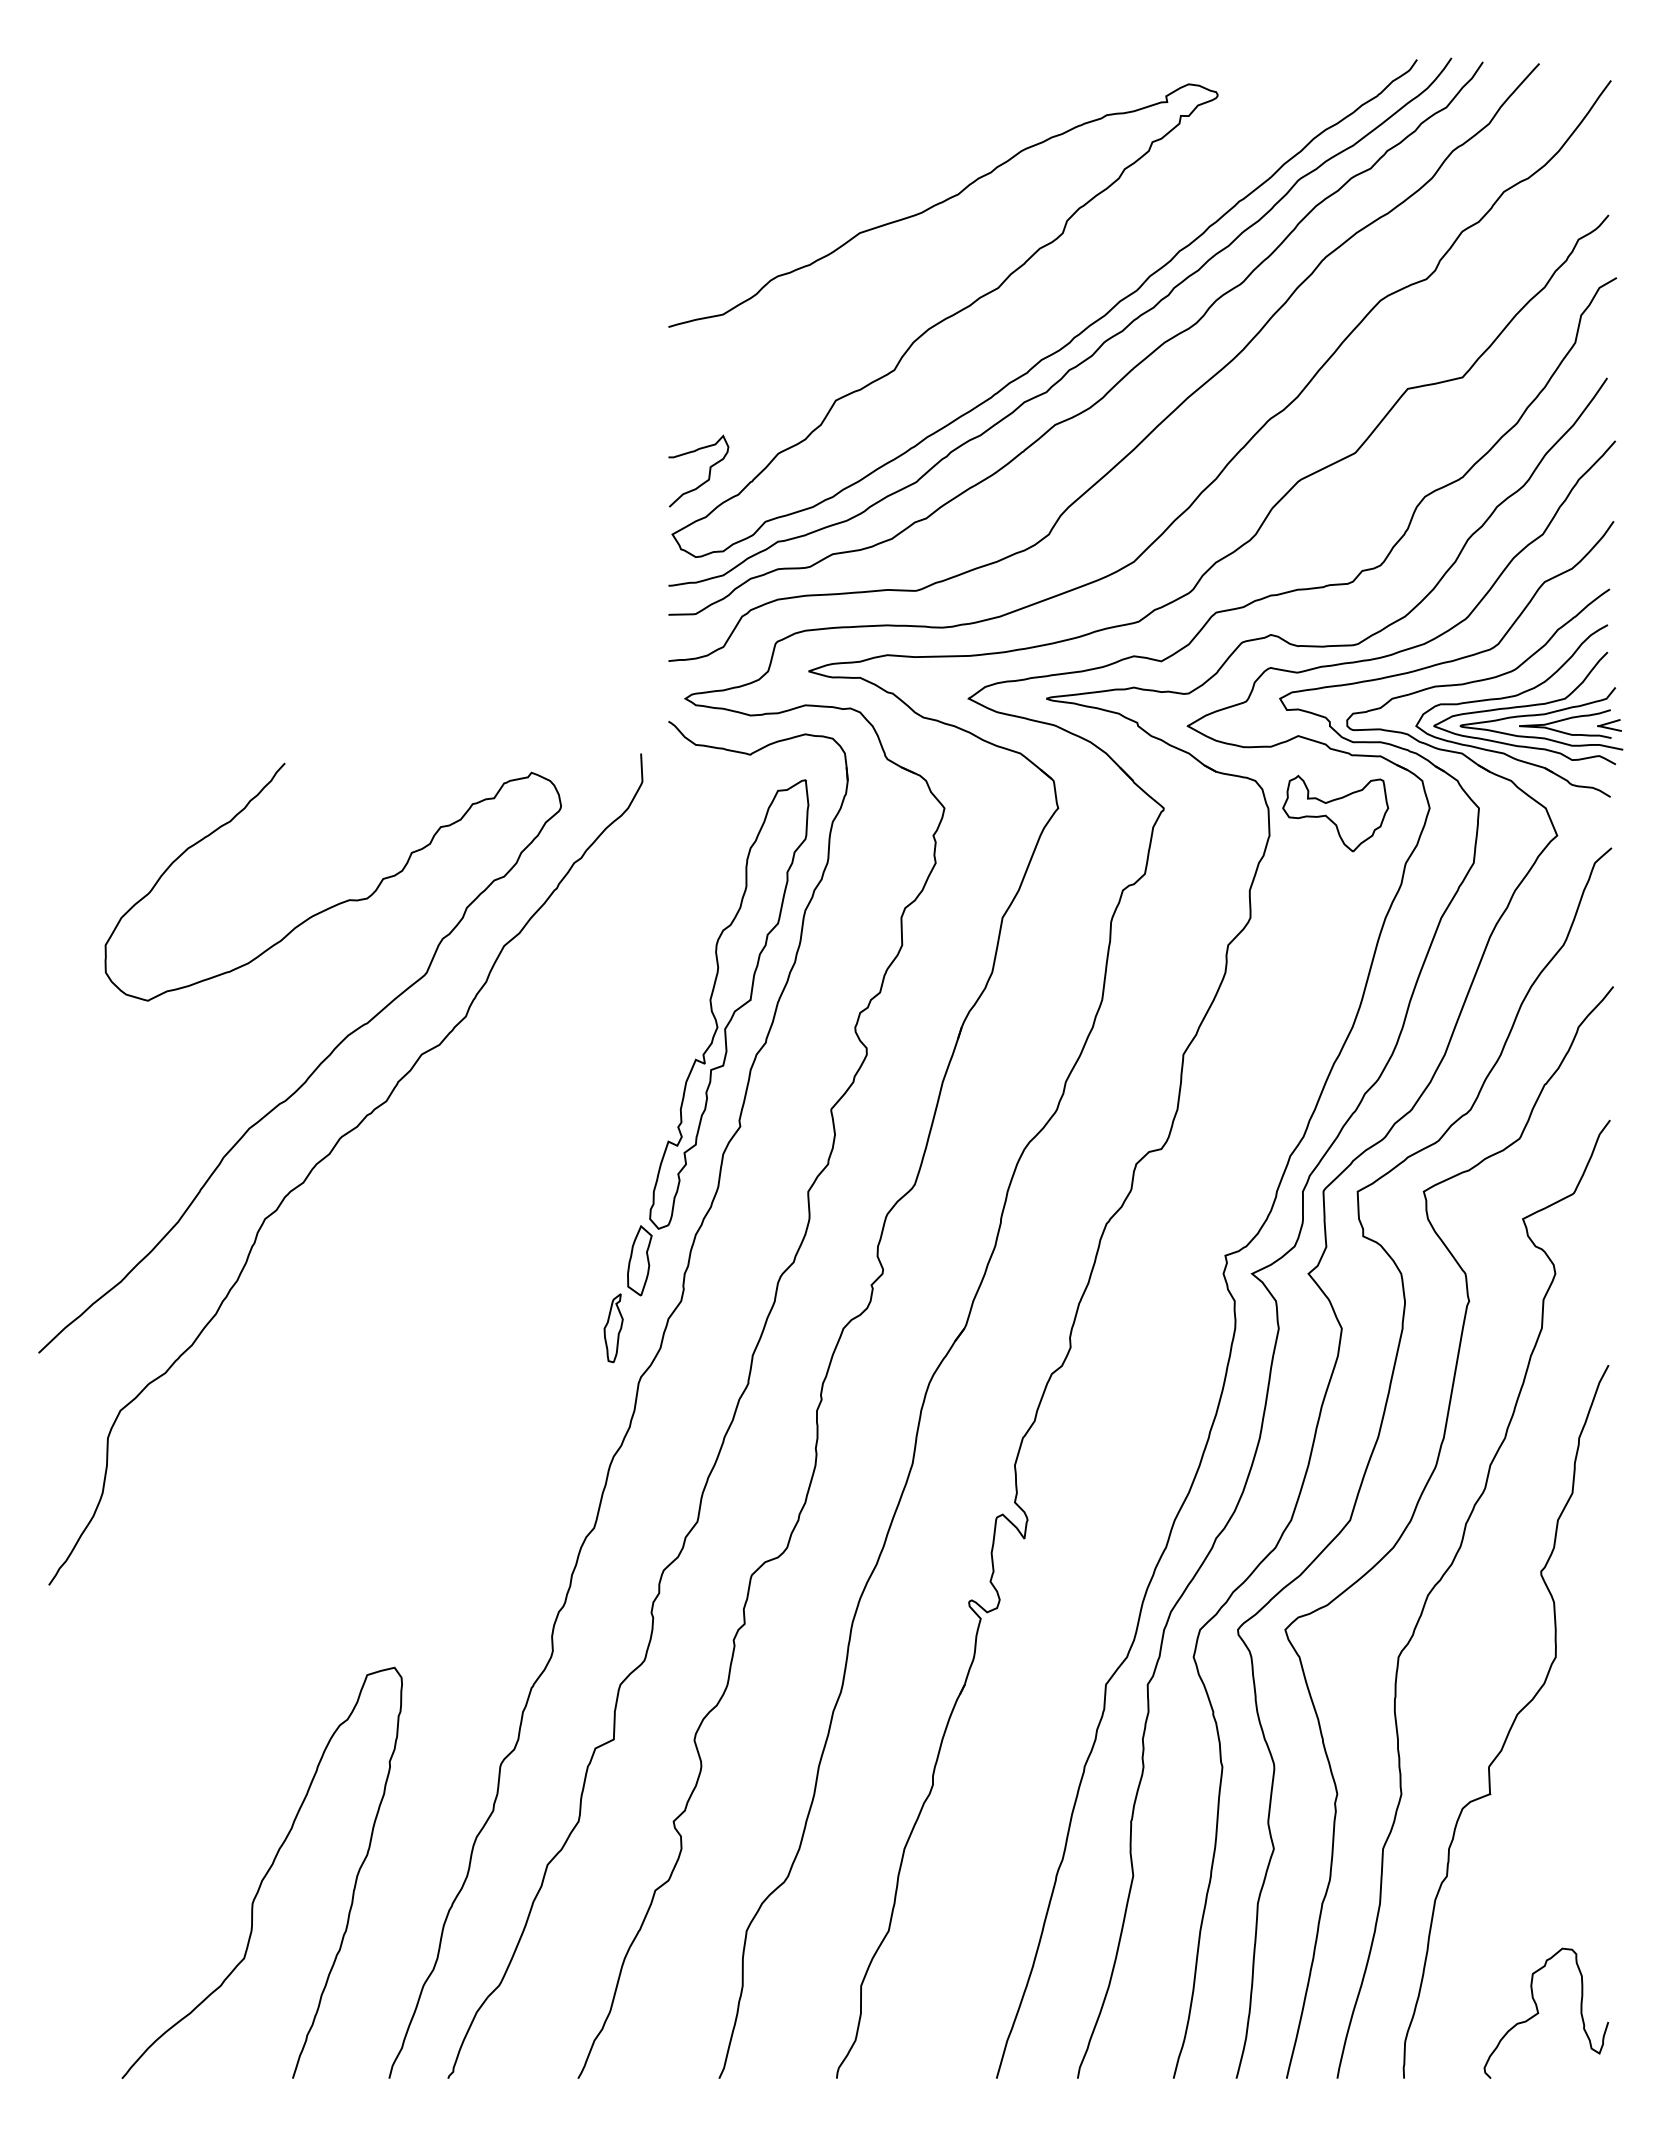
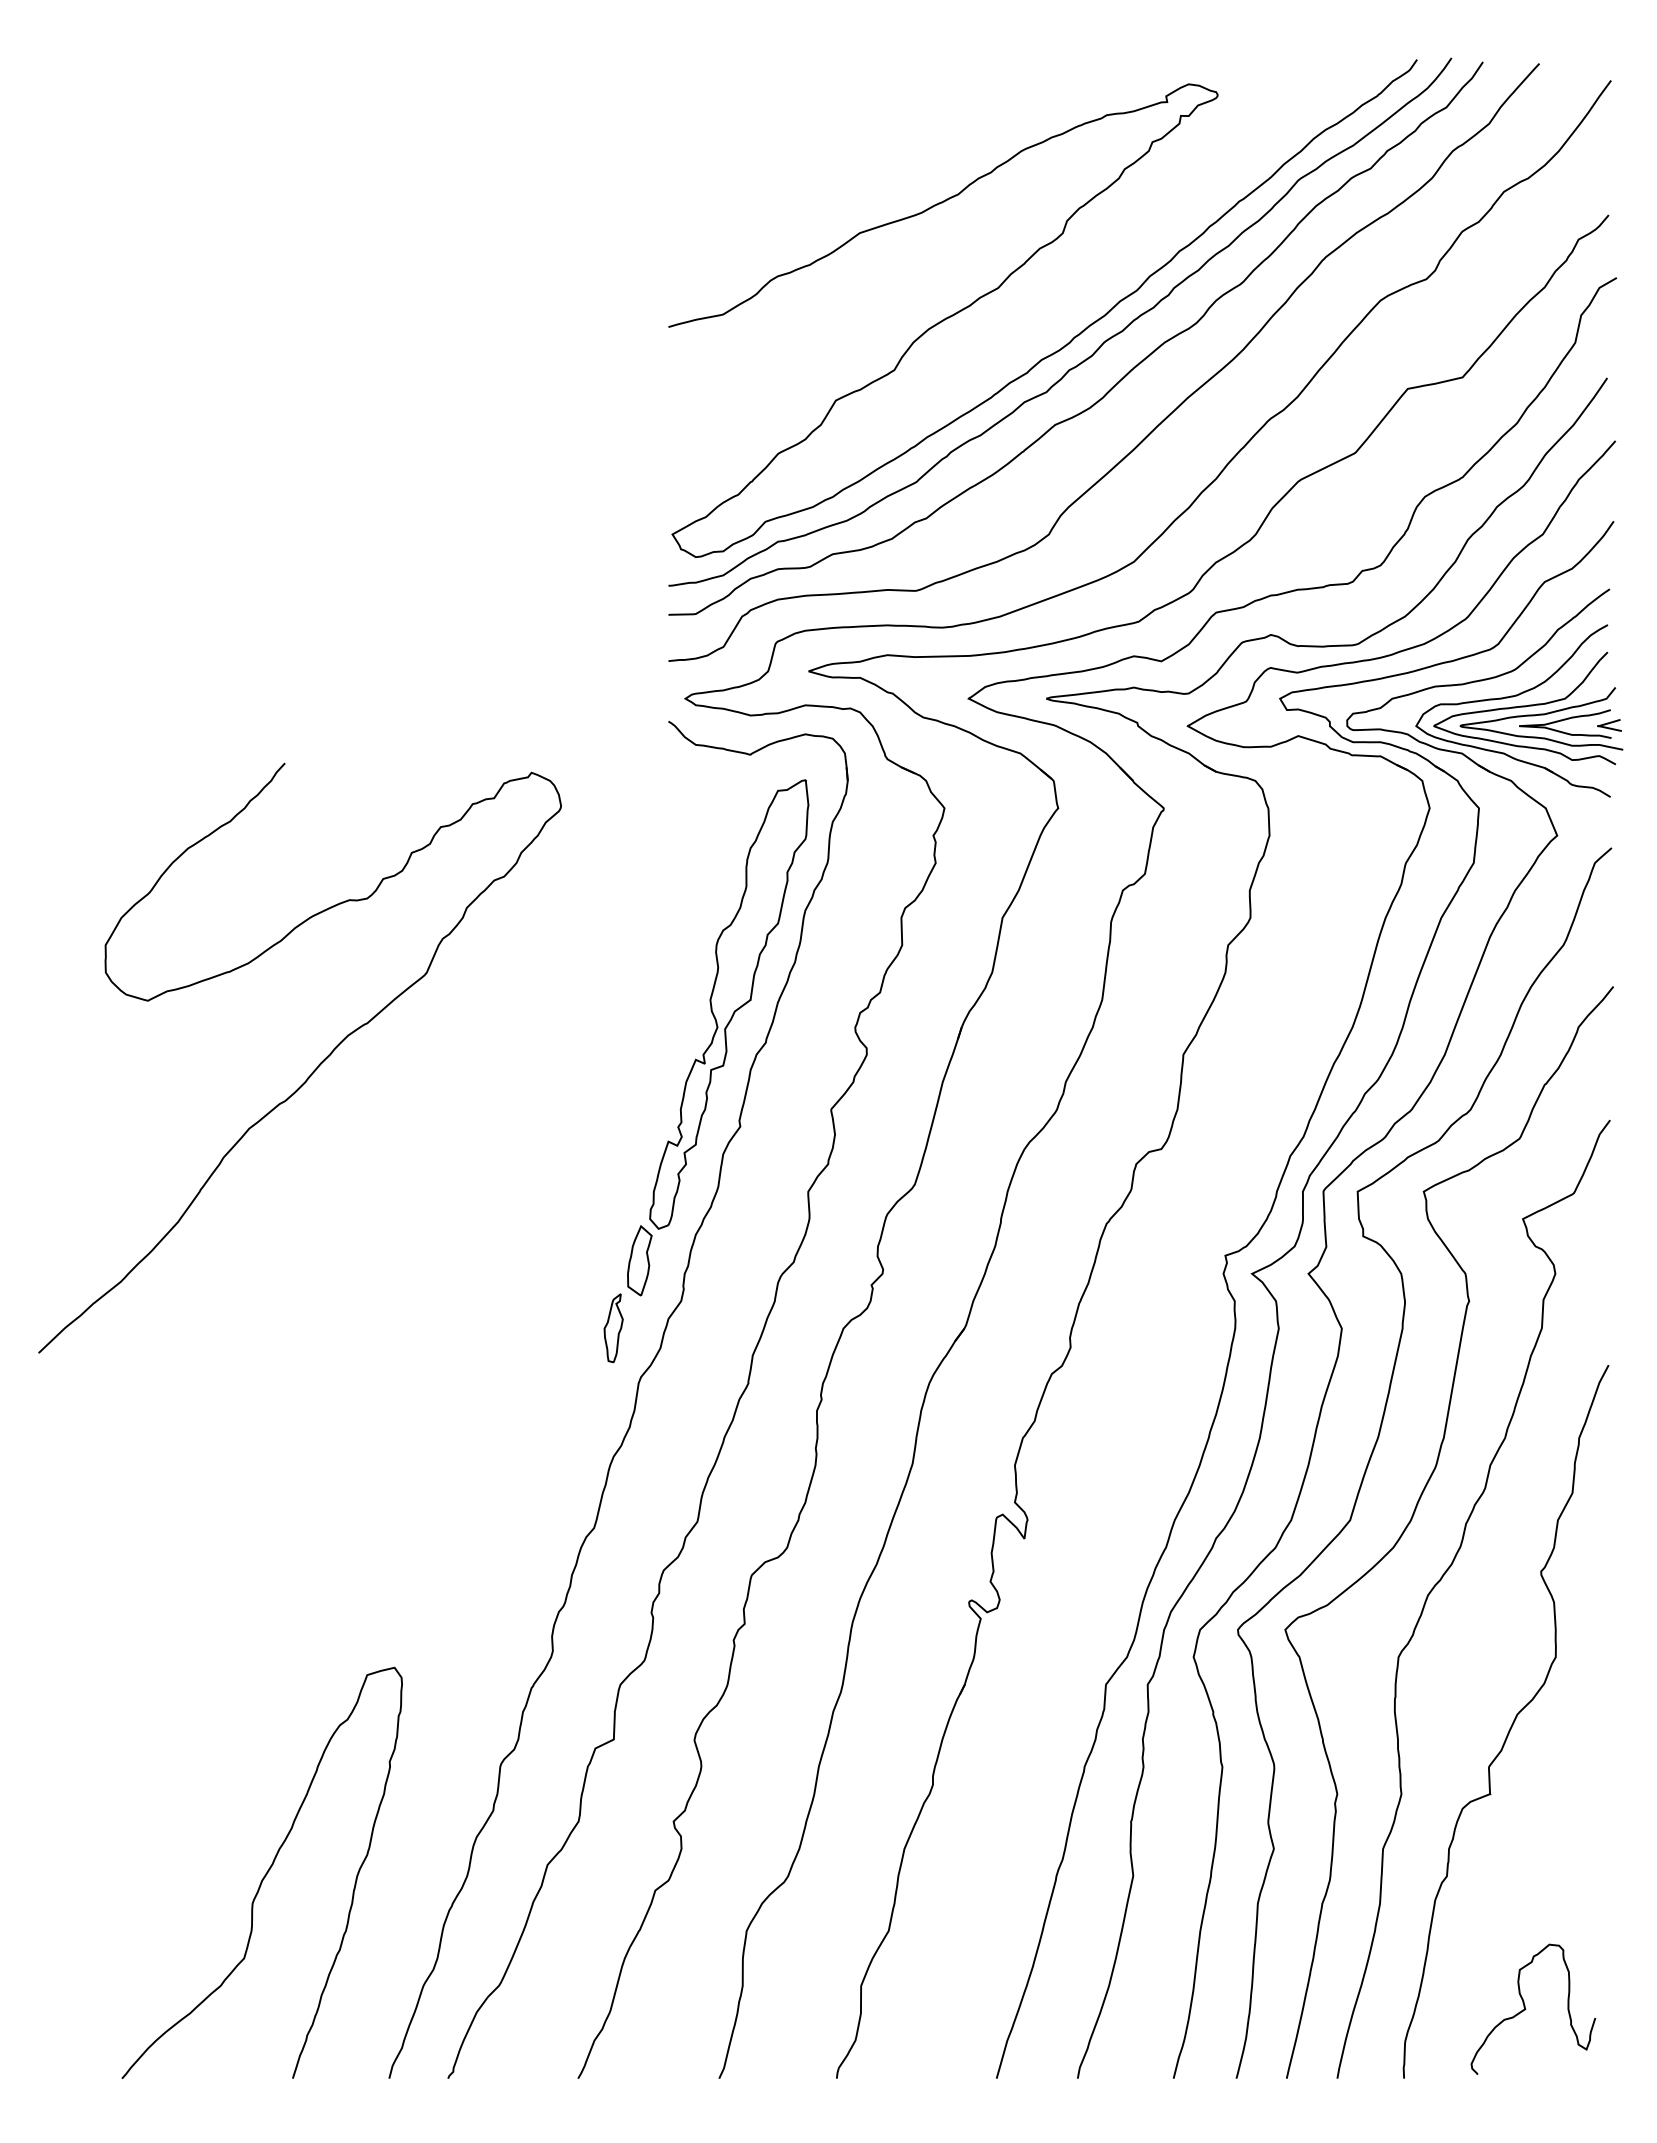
curve at (708, 474): present -> none
part at (1335, 813): present -> none
curve at (330, 1154): present -> none
curve at (1539, 2013) position: (1539, 2013) -> (1526, 2009)
